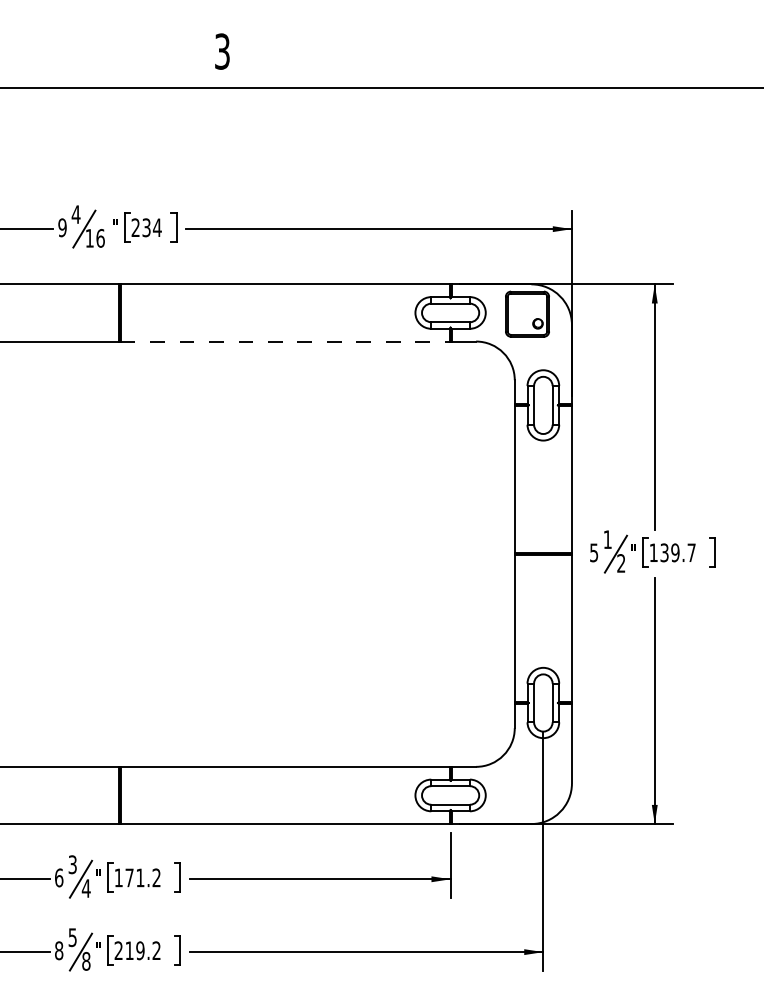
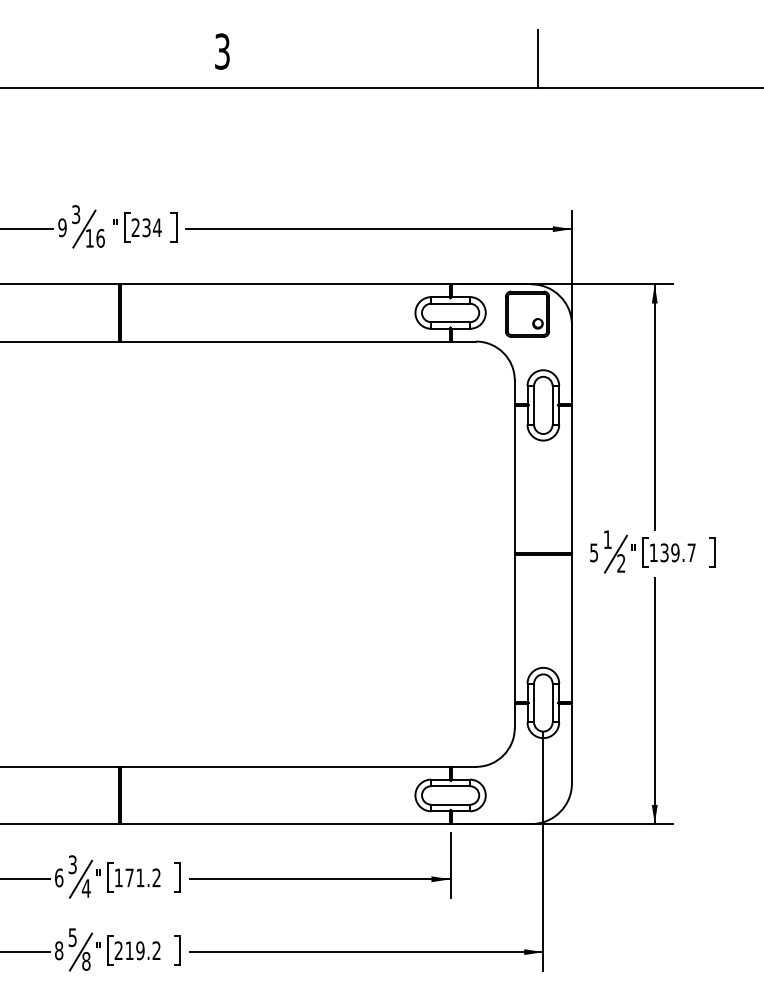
line at (537, 59): none -> present
text at (75, 214): 4 -> 3
line at (285, 341): dashed -> solid
